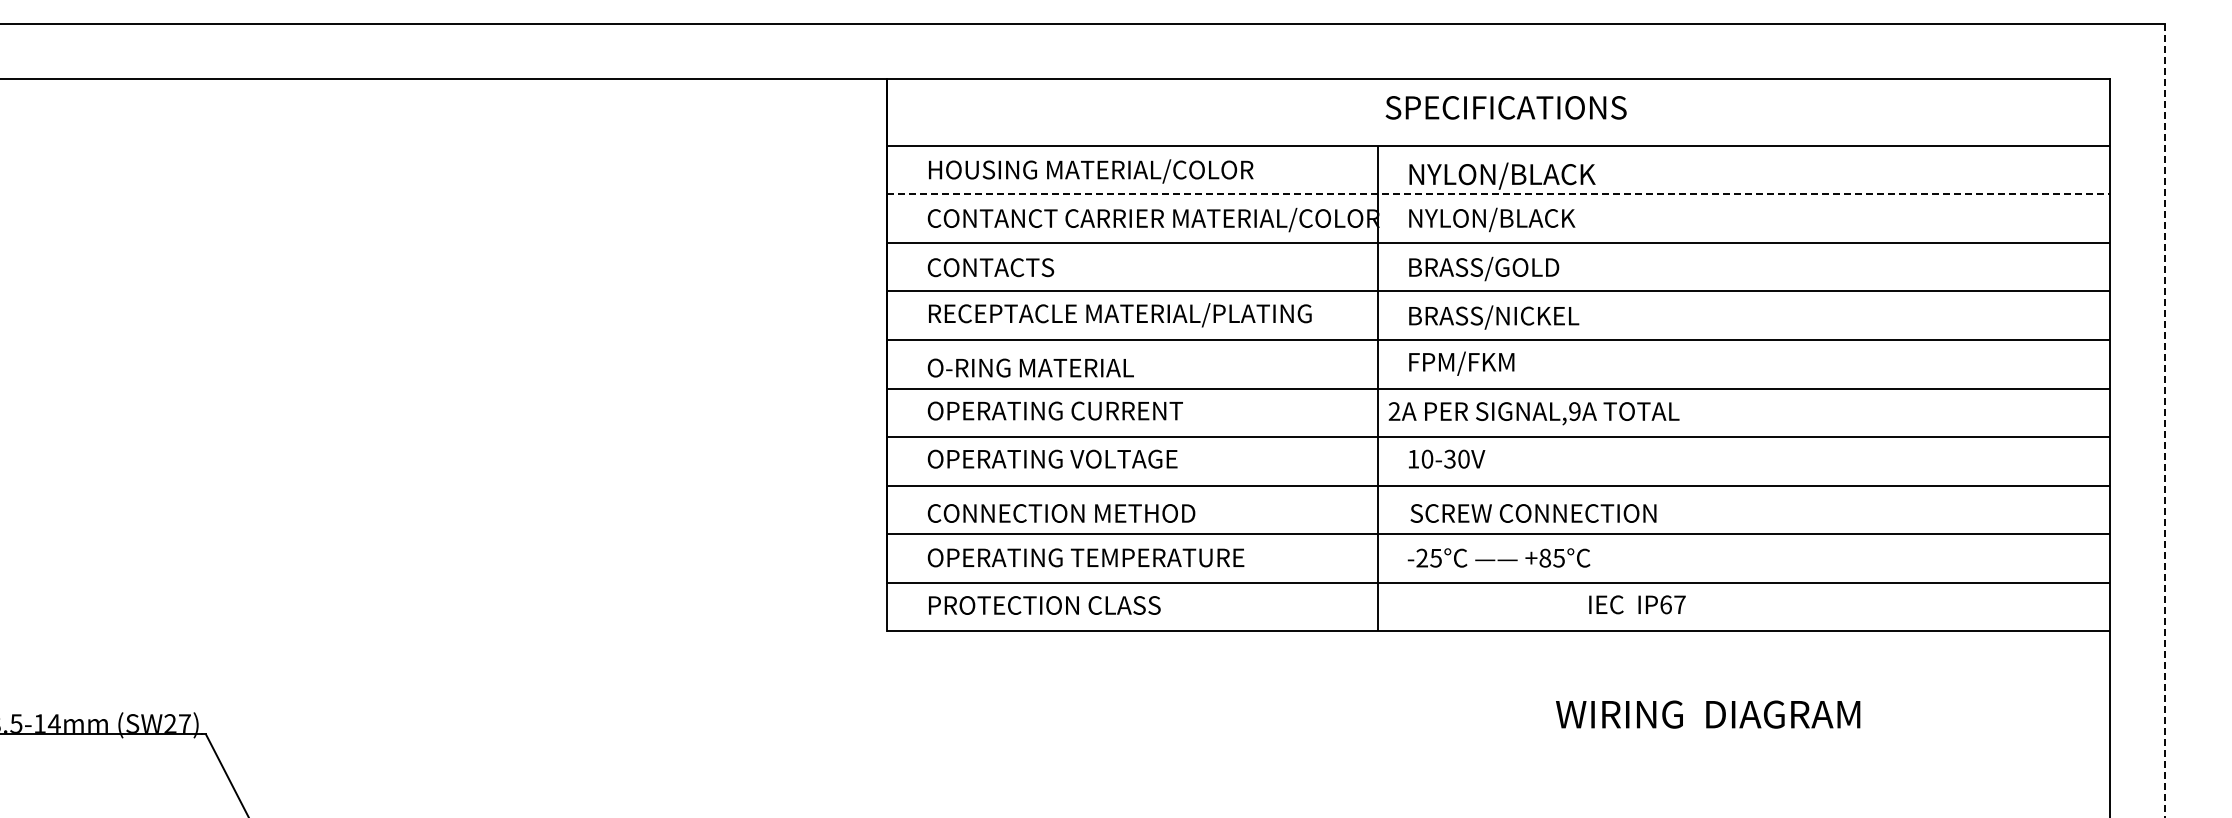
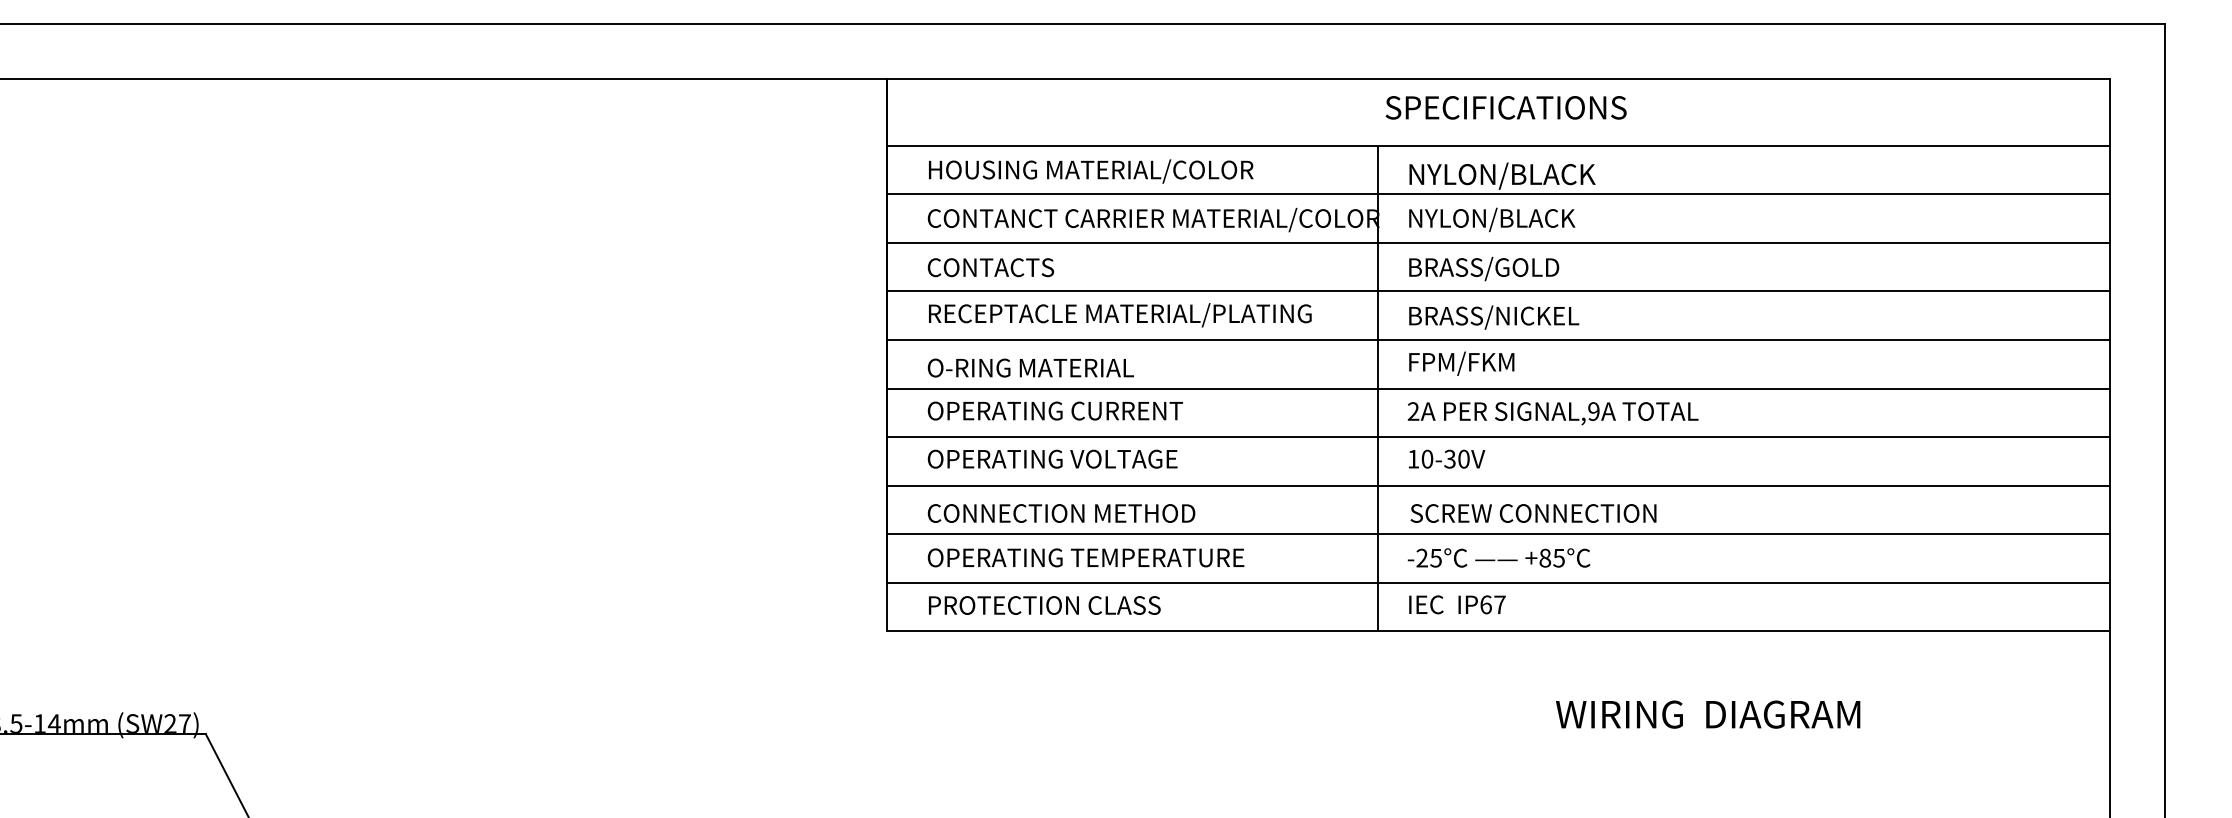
line at (1498, 194): dashed -> solid
text at (1533, 413) position: (1533, 413) -> (1552, 413)
line at (2165, 421): dashed -> solid
text at (1637, 604) position: (1637, 604) -> (1457, 604)
